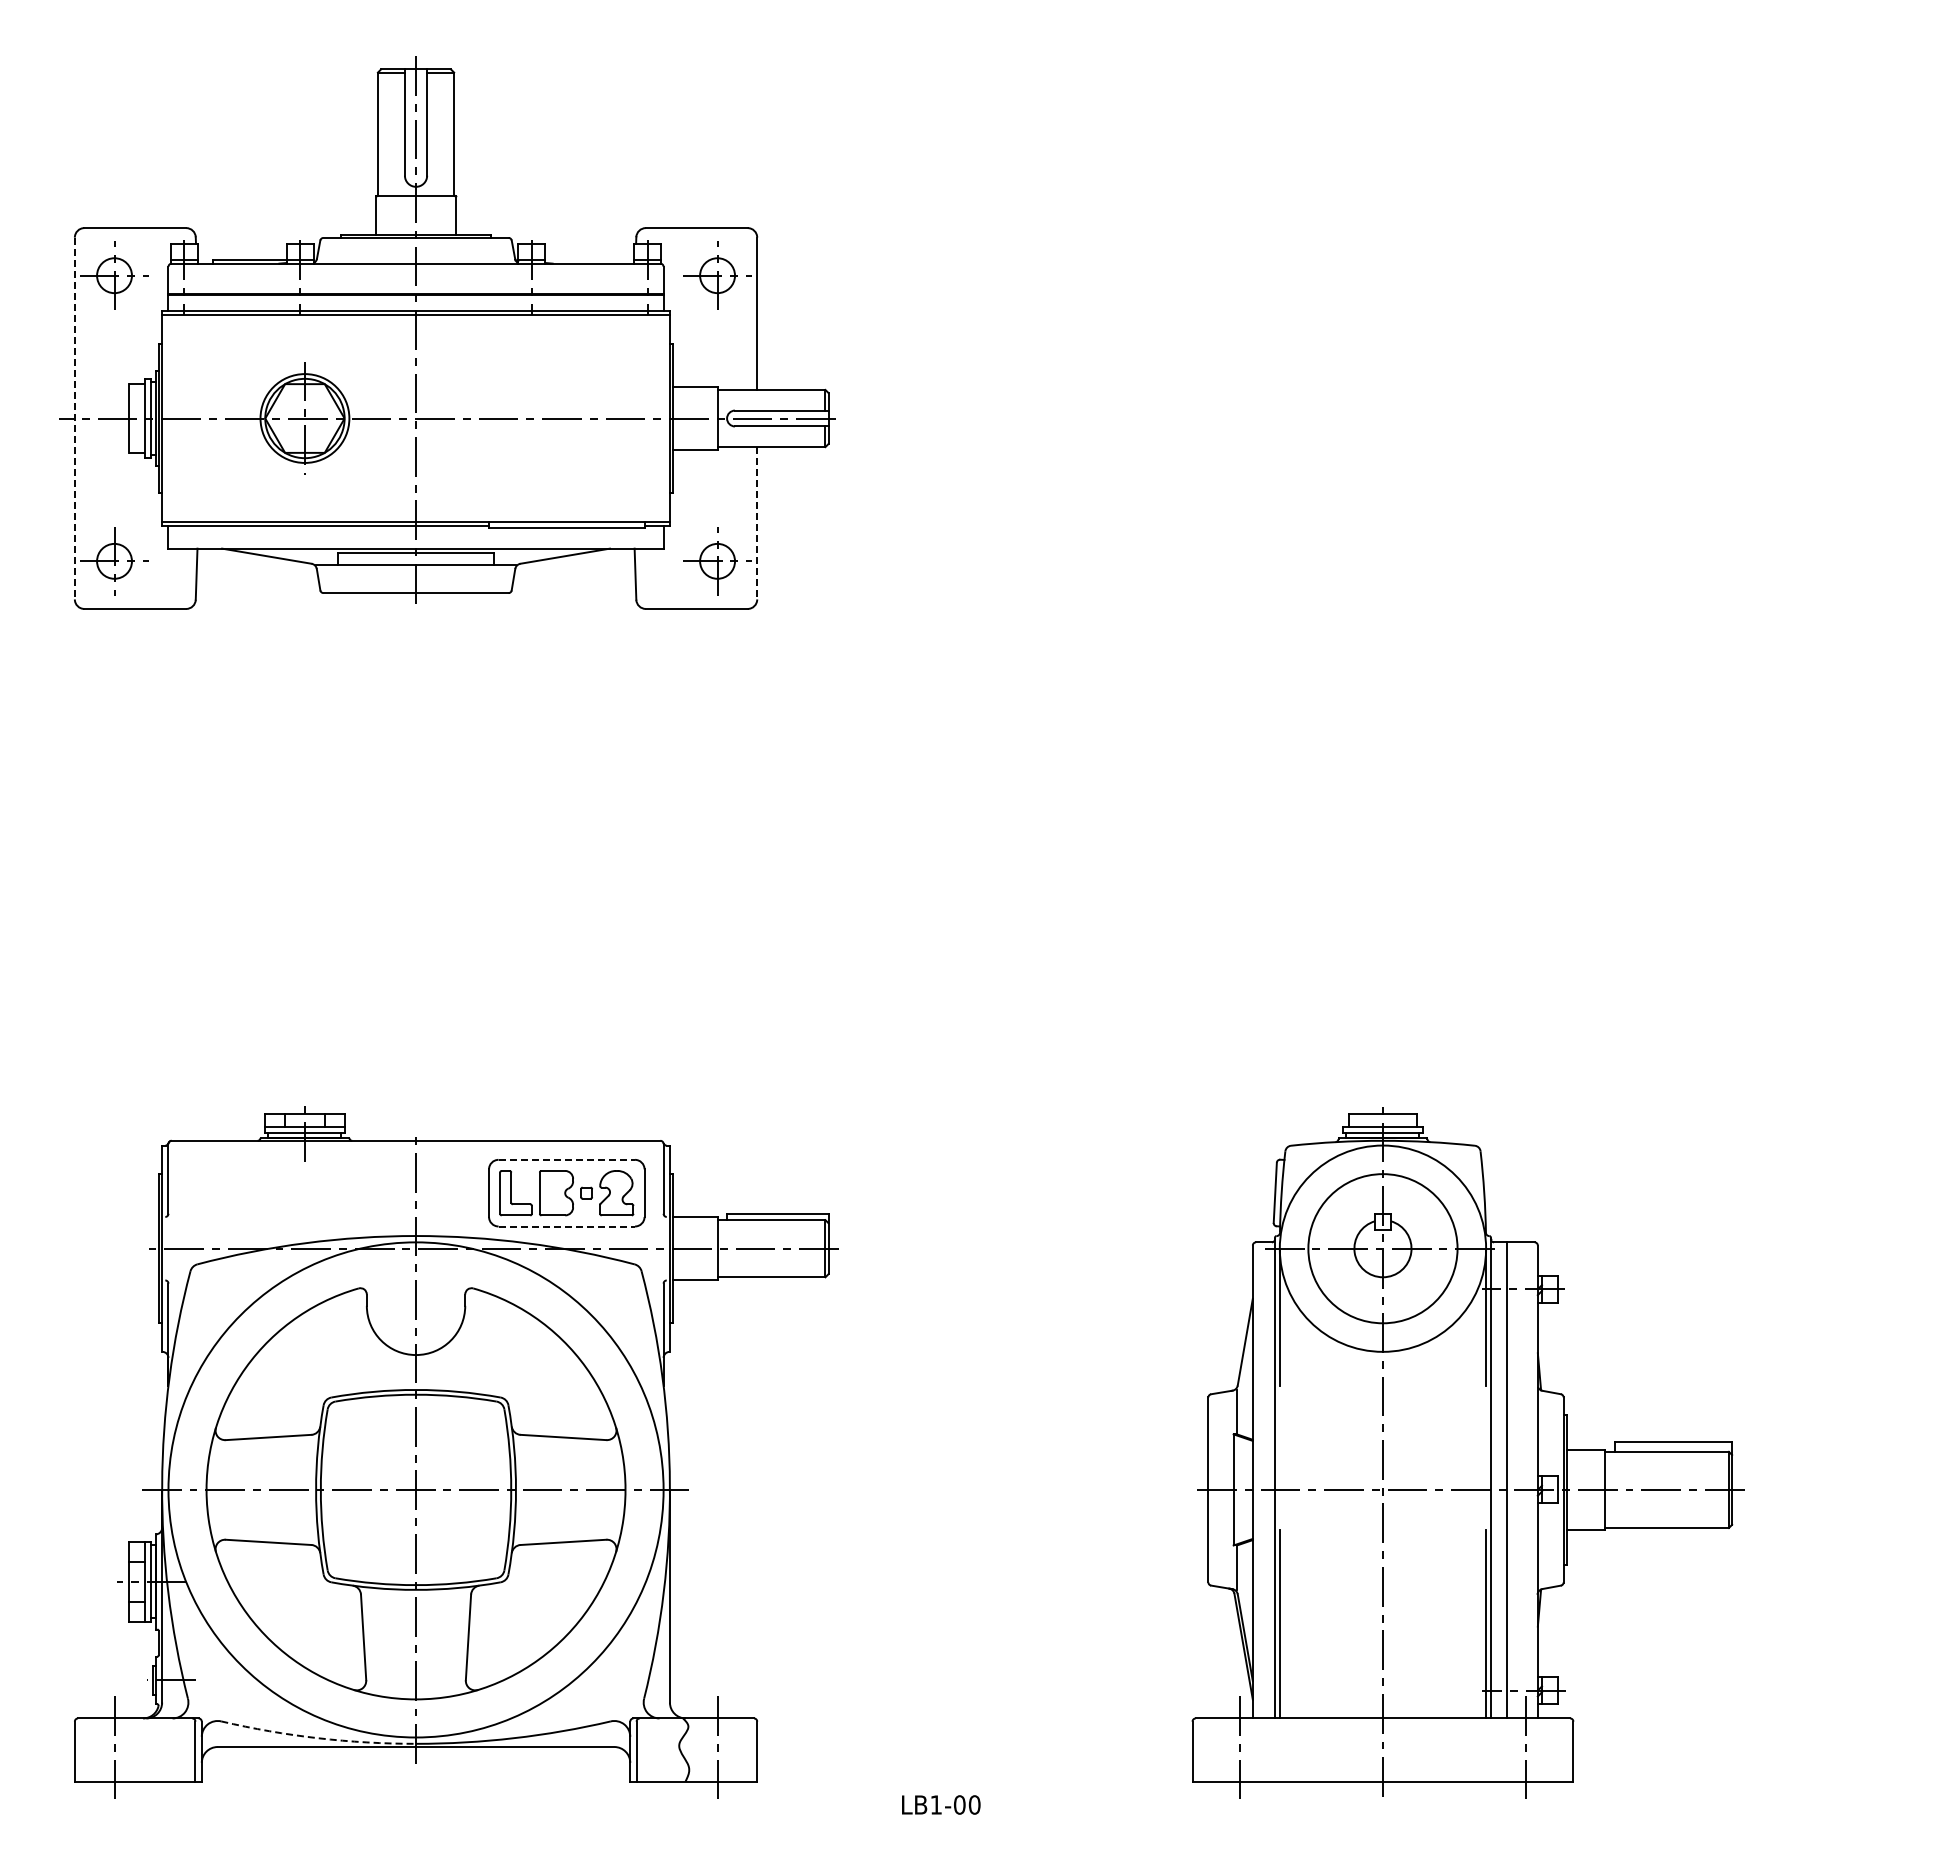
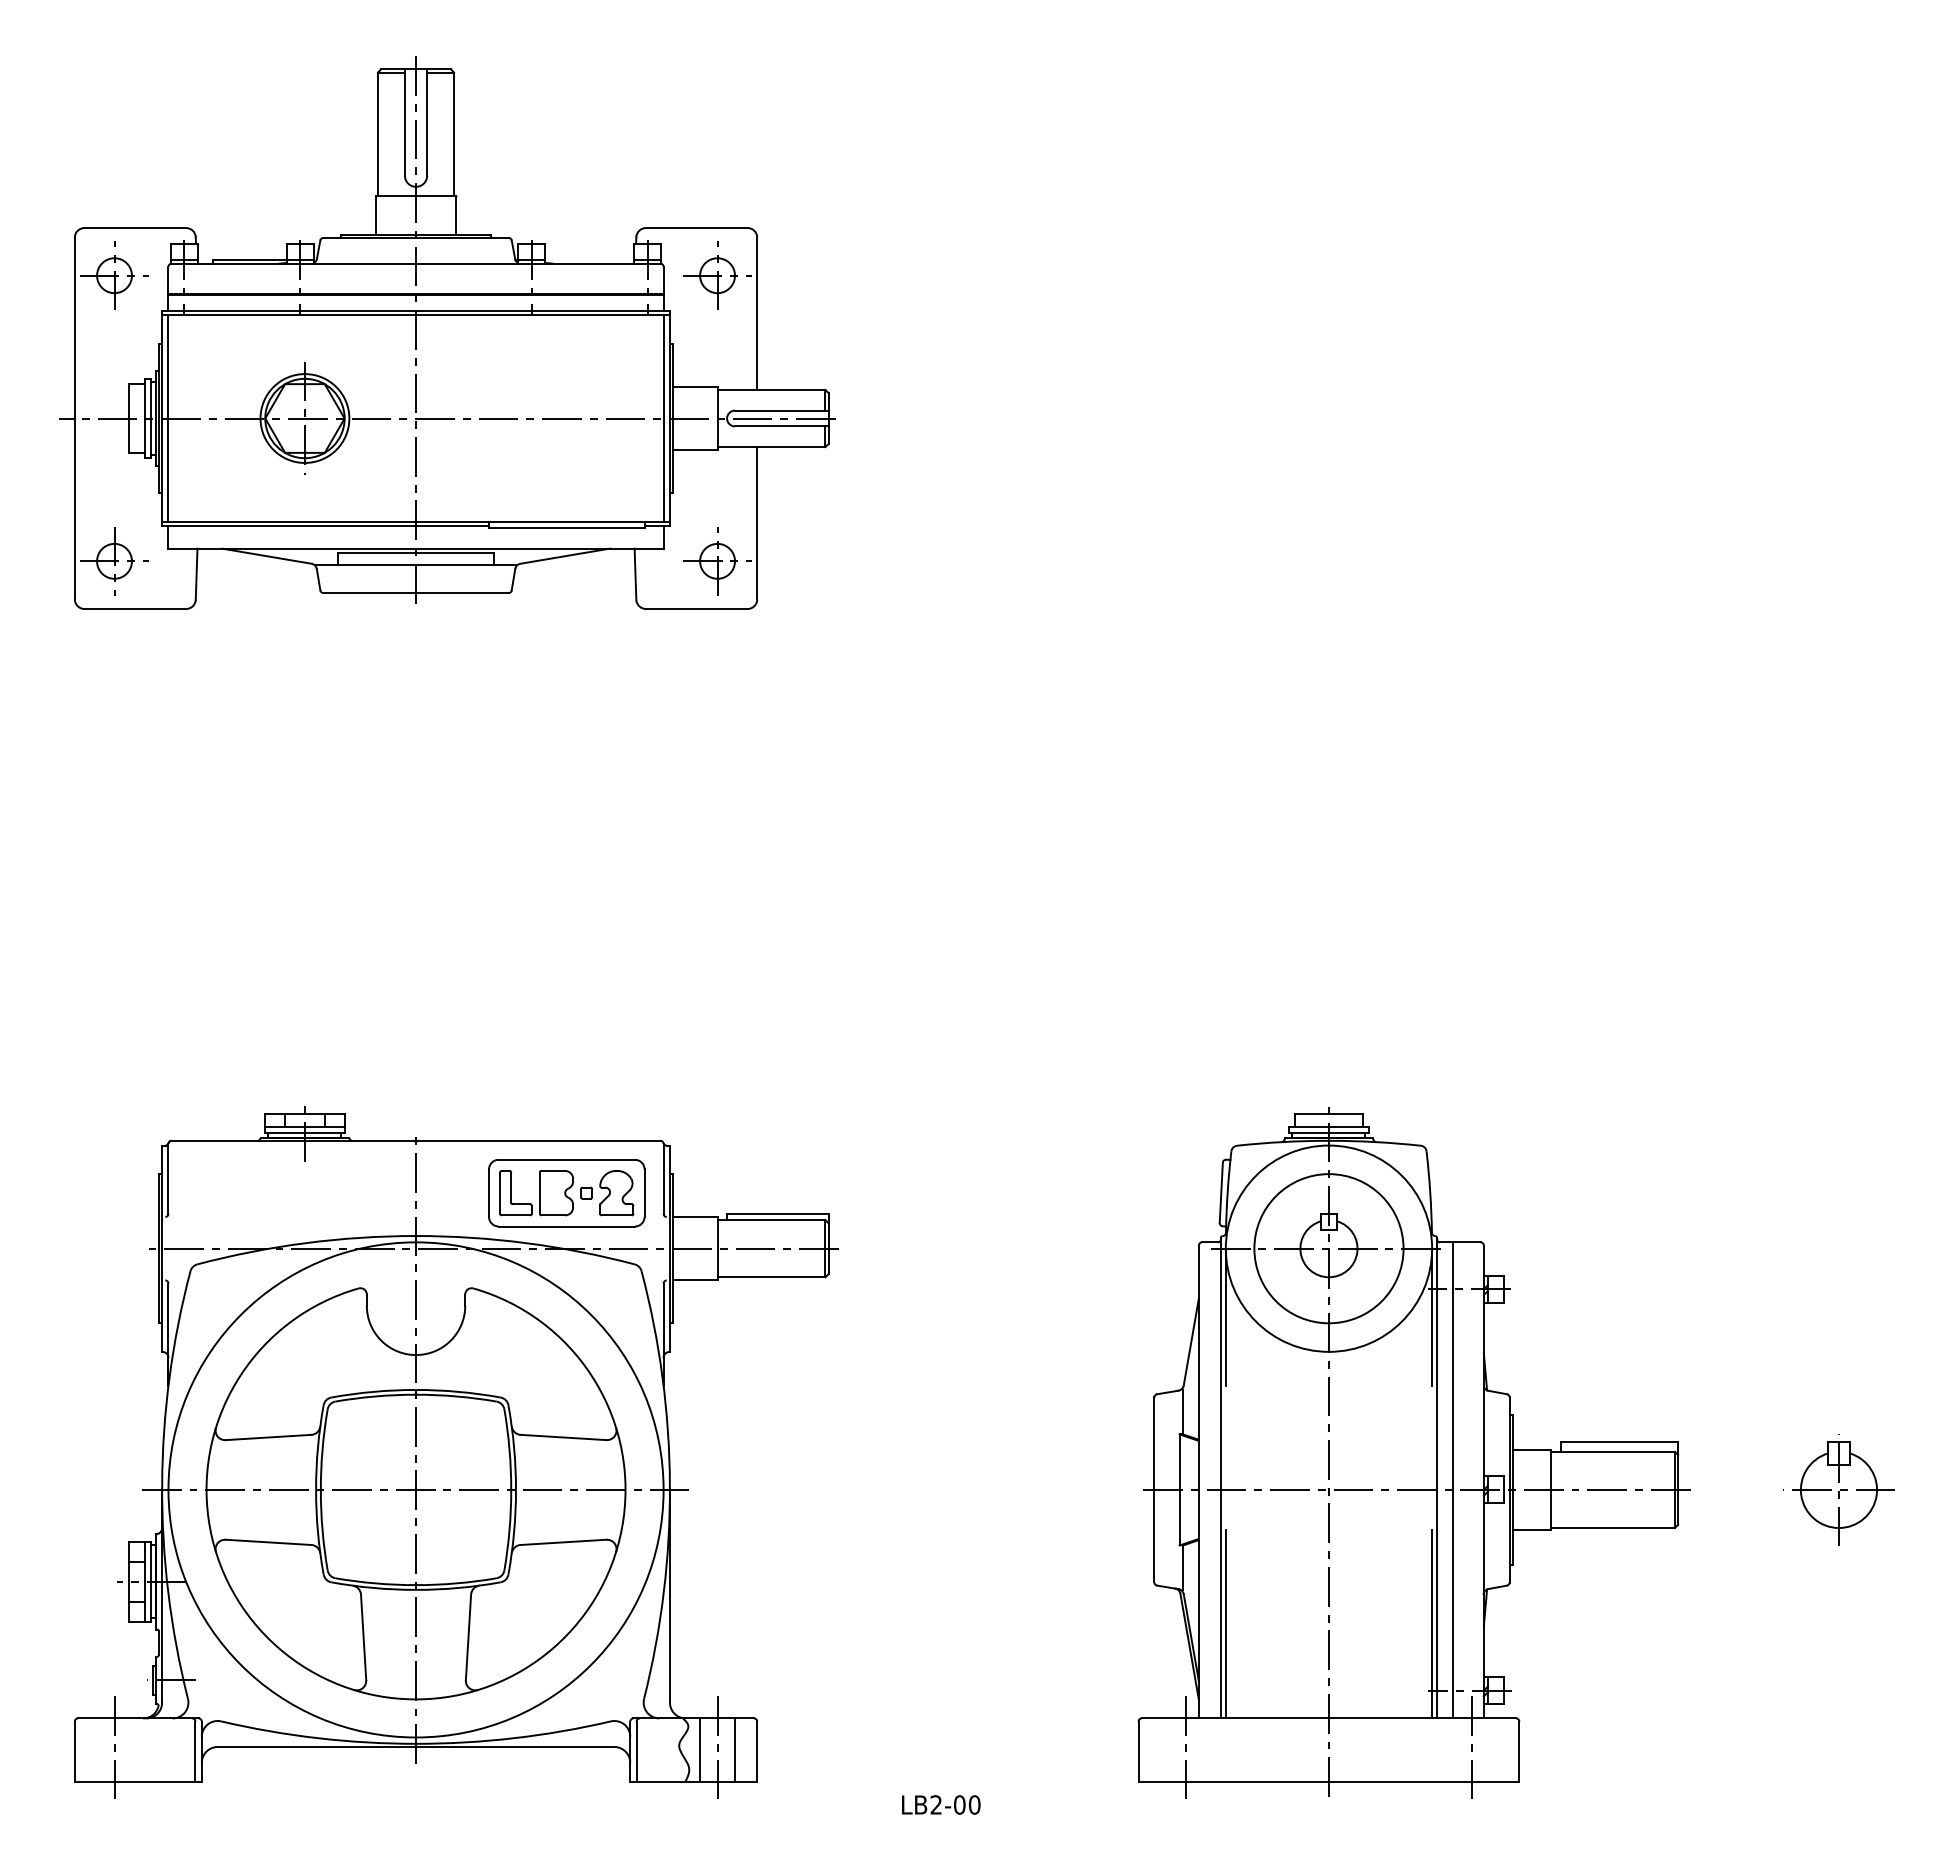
line at (74, 418): dashed -> solid
line at (168, 418): none -> present
line at (663, 418): none -> present
line at (757, 523): dashed -> solid
line at (567, 1159): dashed -> solid
line at (567, 1226): dashed -> solid
part at (1467, 1452) position: (1467, 1452) -> (1413, 1452)
part at (1838, 1489): none -> present
arc at (318, 1738): dashed -> solid
line at (700, 1749): none -> present
line at (735, 1749): none -> present
text at (935, 1804): LB1-00 -> LB2-00
